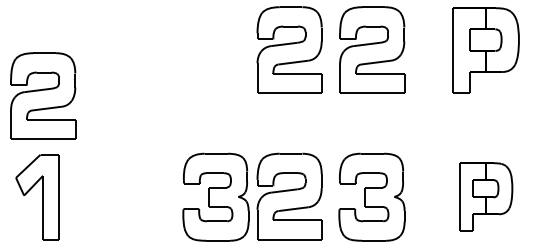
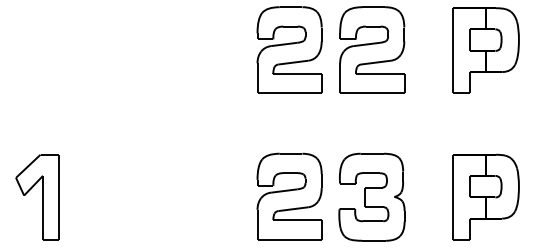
part at (43, 95): present -> none
part at (215, 196): present -> none
part at (486, 196) size: 55x70 px -> 68x88 px
